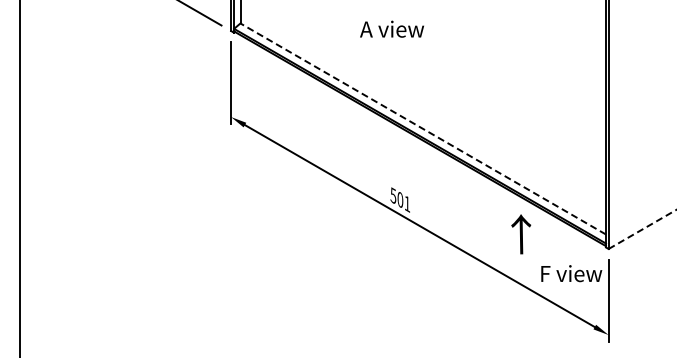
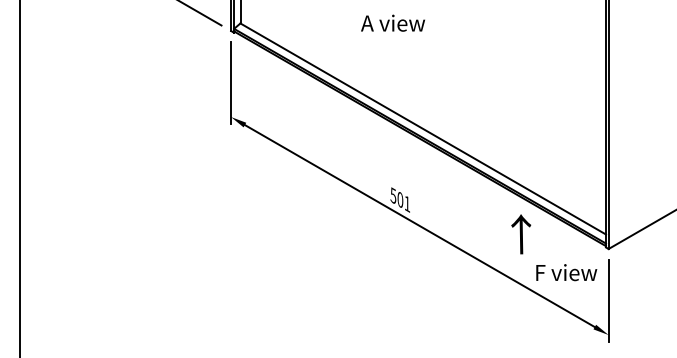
text at (391, 28) position: (391, 28) -> (392, 22)
line at (422, 128): dashed -> solid
line at (643, 229): dashed -> solid
text at (571, 273) position: (571, 273) -> (566, 272)
